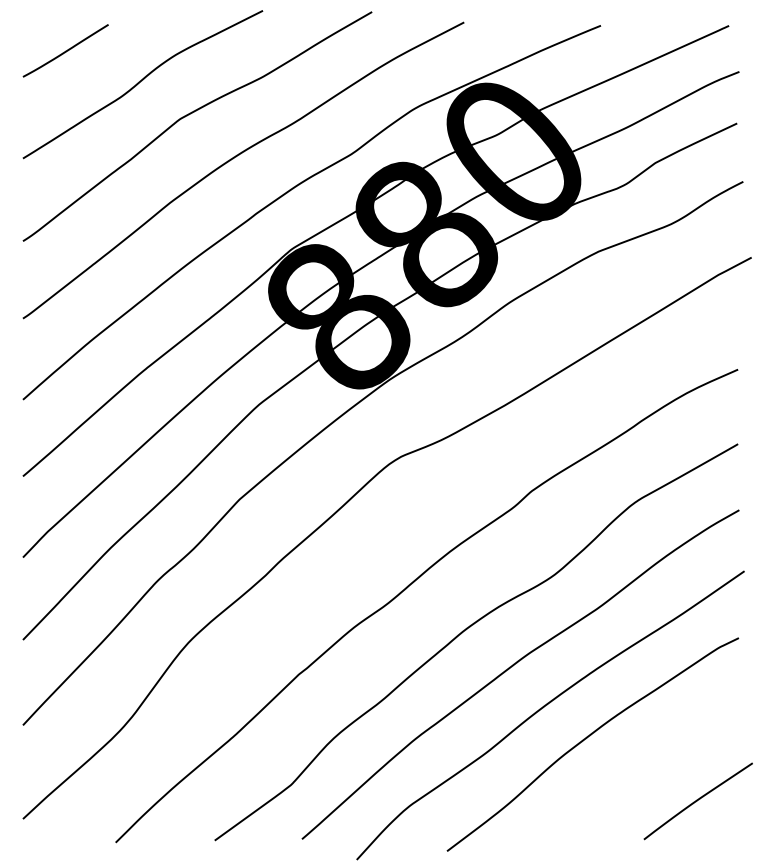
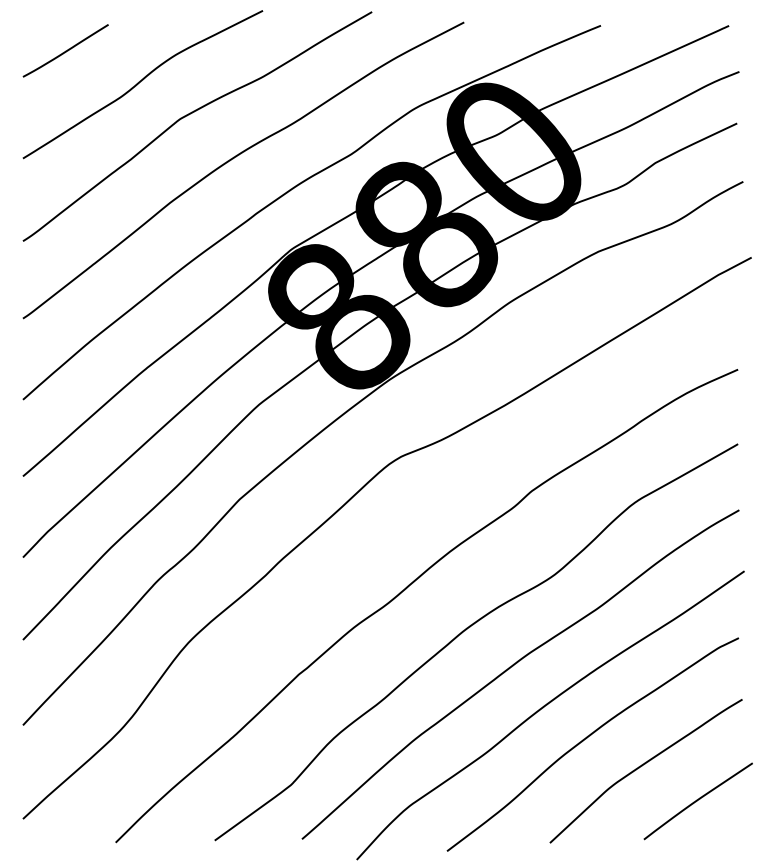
curve at (642, 766): none -> present
